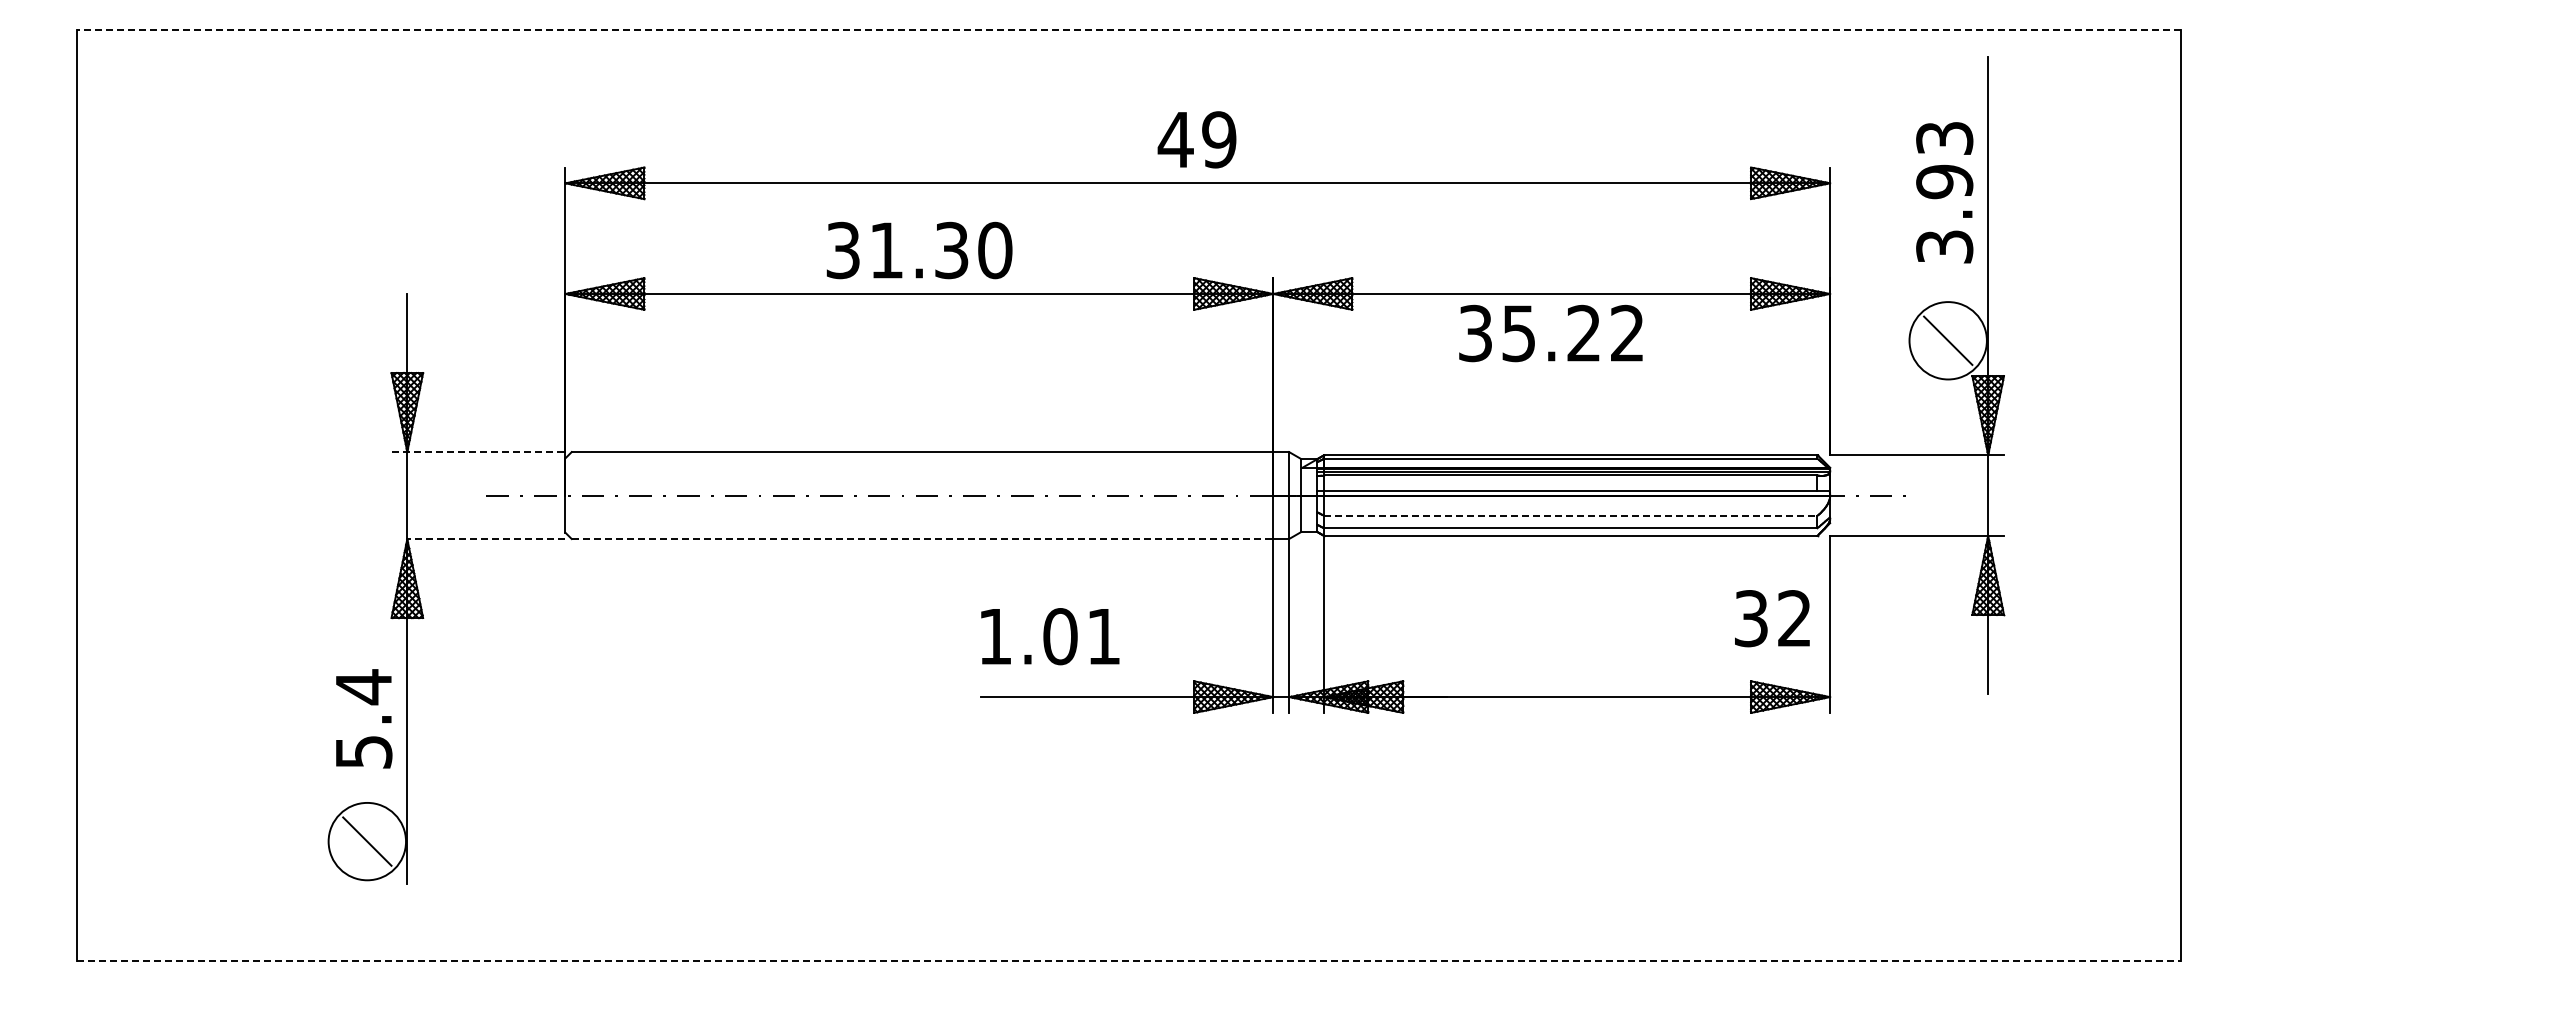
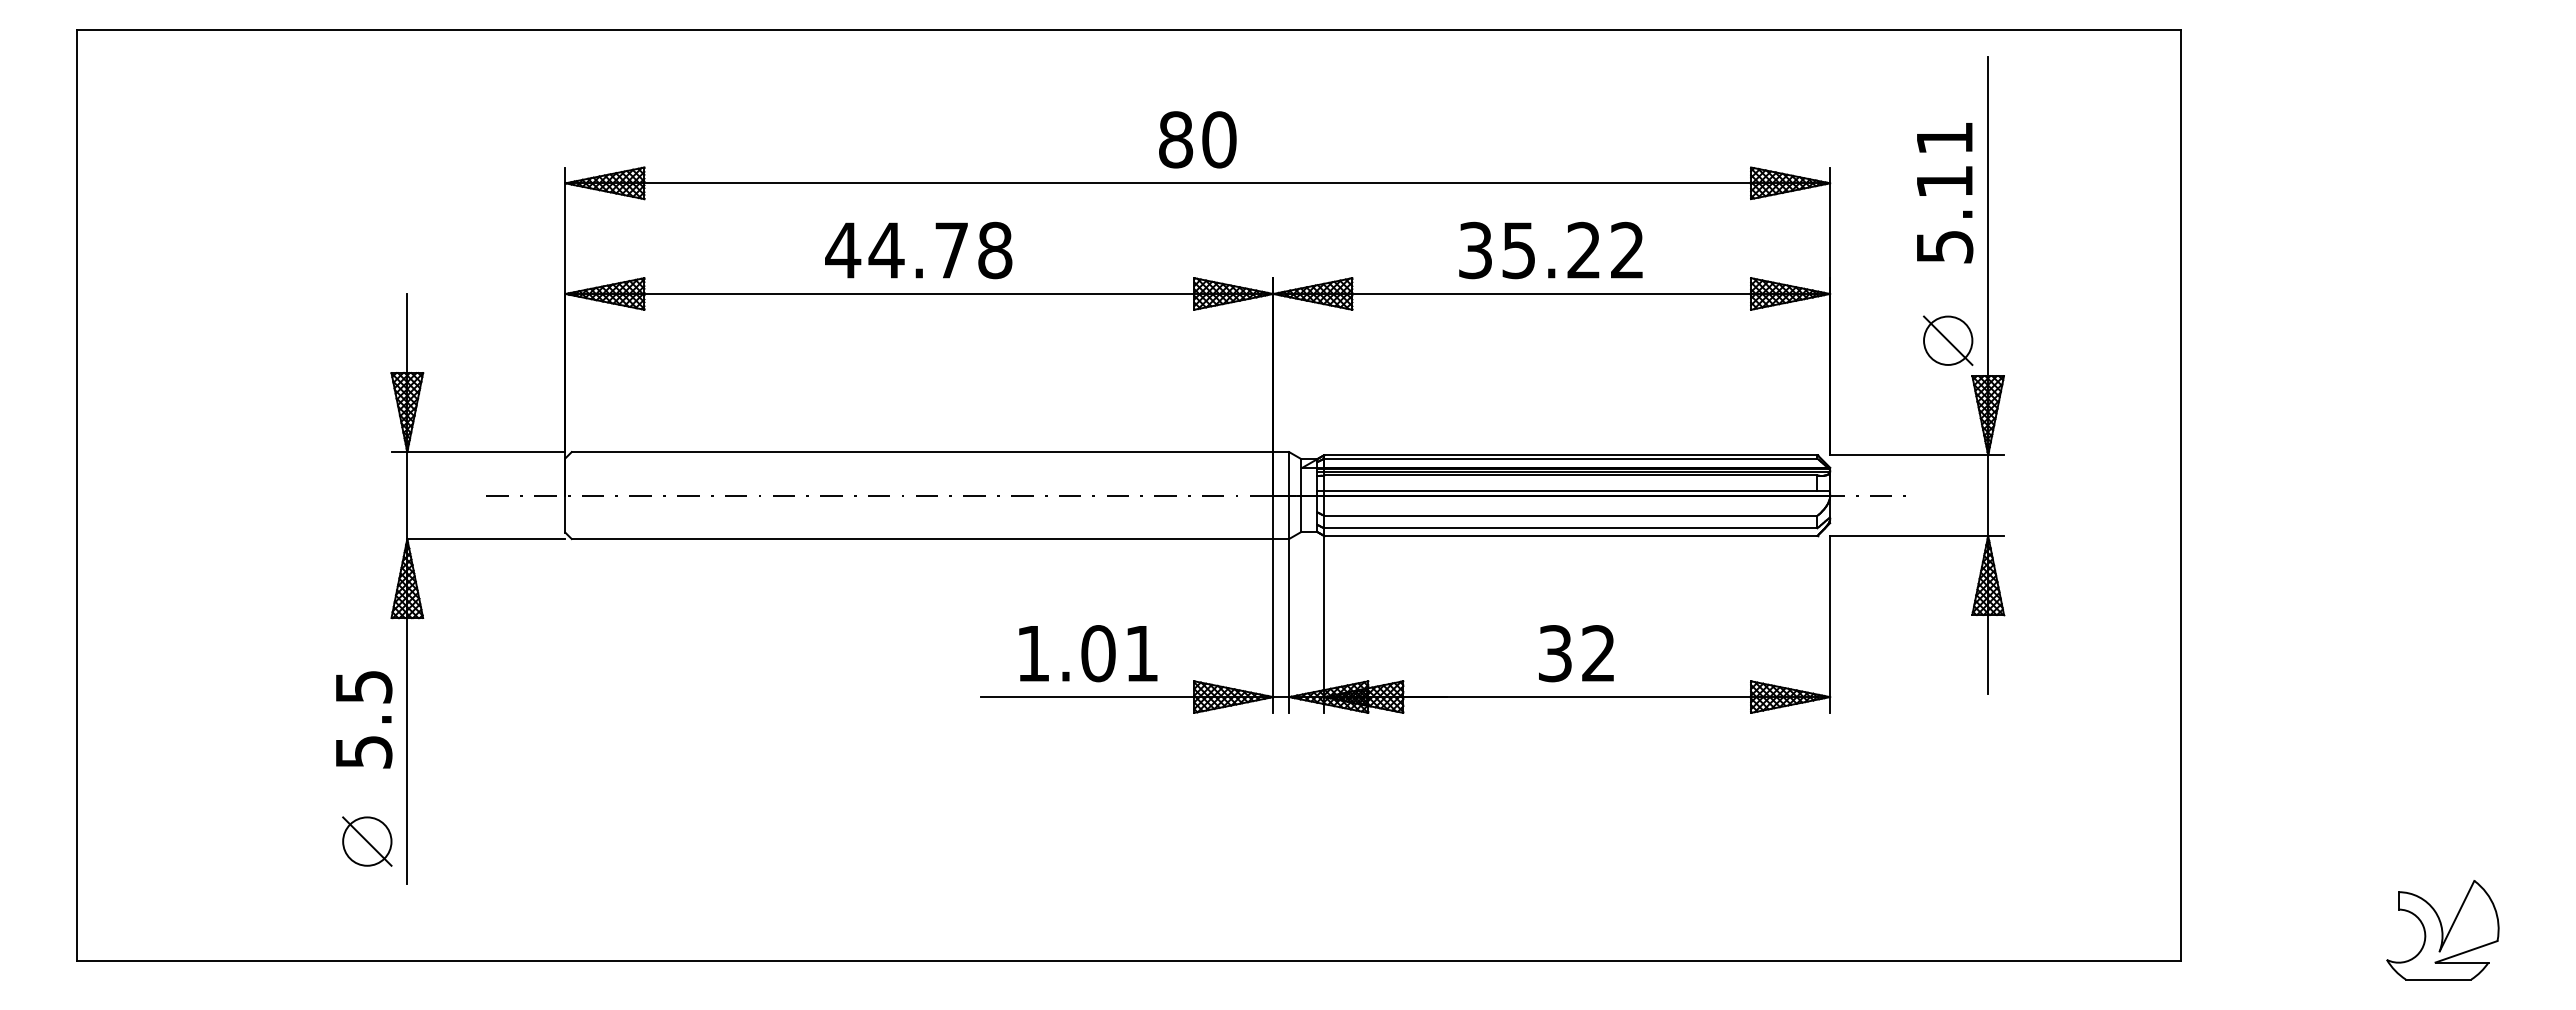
line at (1128, 30): dashed -> solid
text at (1196, 139): 49 -> 80
text at (1944, 192): 3.93 -> 5.11
text at (918, 250): 31.30 -> 44.78
text at (1550, 333) position: (1550, 333) -> (1550, 250)
circle at (1947, 340) diameter: 77 px -> 48 px
line at (478, 452): dashed -> solid
line at (1570, 515): dashed -> solid
line at (485, 539): dashed -> solid
line at (922, 539): dashed -> solid
text at (1772, 618) position: (1772, 618) -> (1576, 653)
text at (1050, 636) position: (1050, 636) -> (1088, 653)
text at (364, 687): 5.4 -> 5.5
circle at (367, 841) diameter: 77 px -> 48 px
part at (2442, 930): none -> present
line at (1129, 960): dashed -> solid
